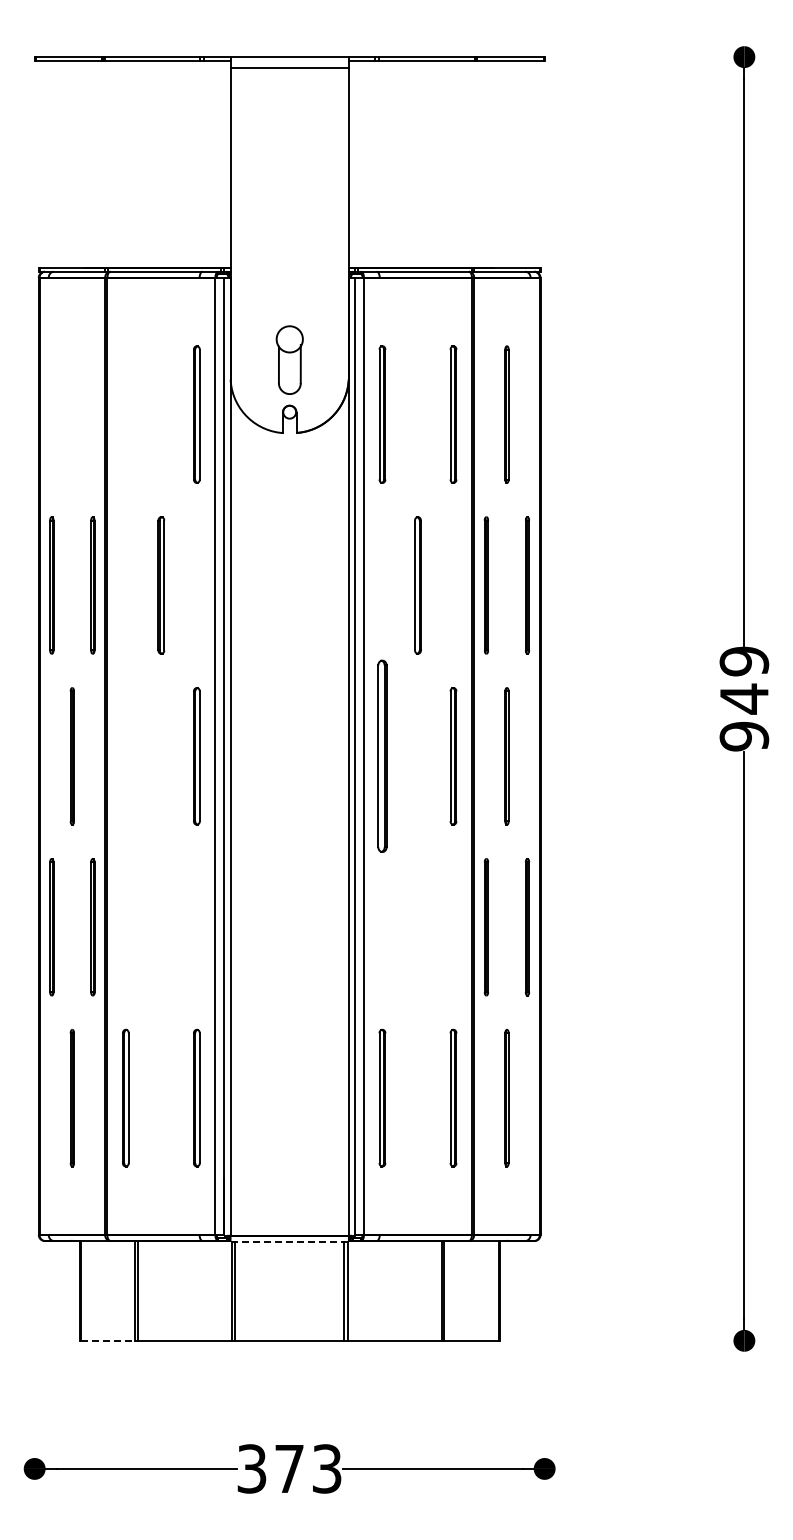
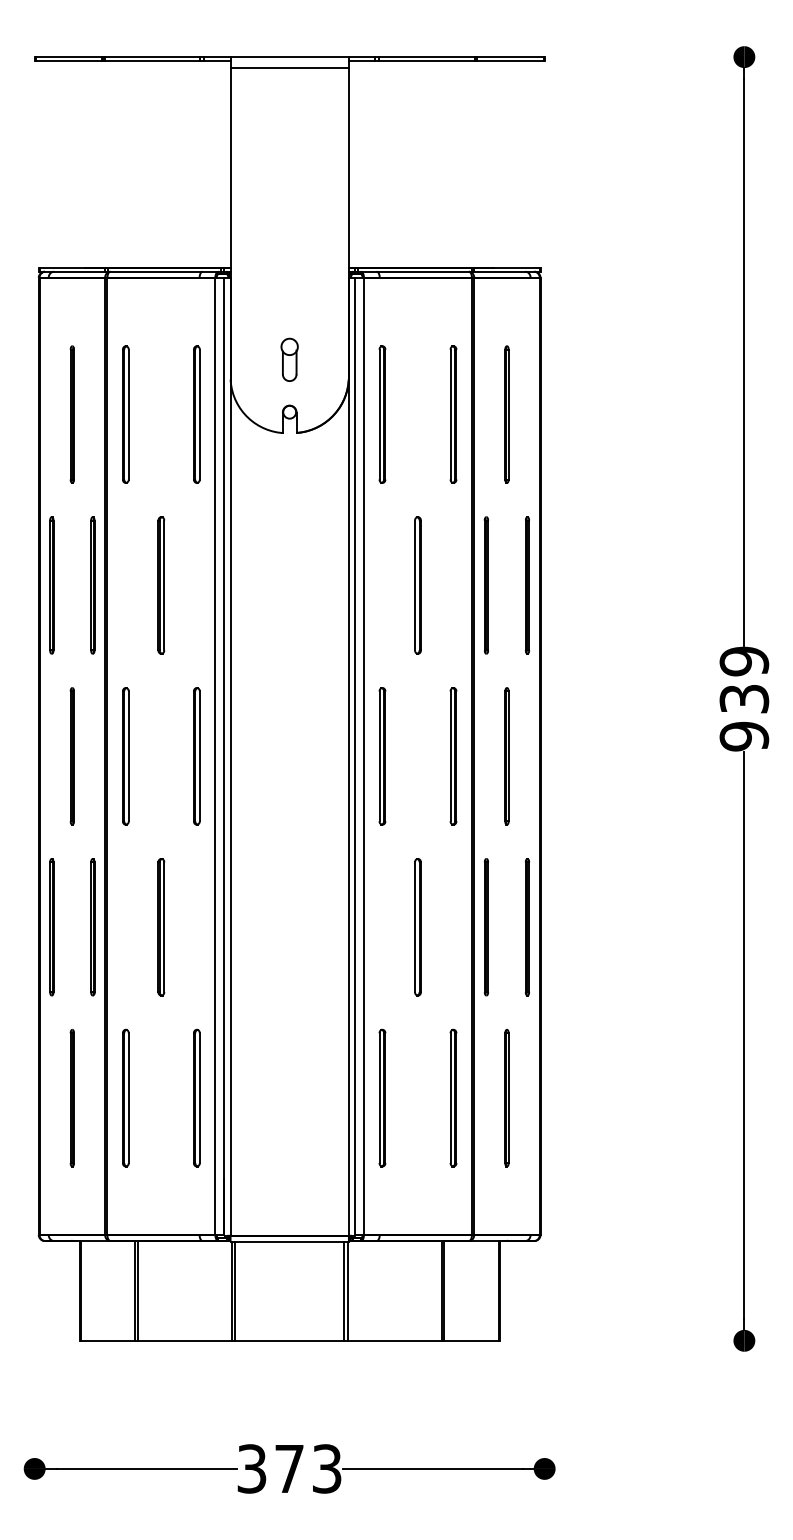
part at (289, 359) size: 29x70 px -> 19x45 px
part at (71, 414): none -> present
part at (125, 414): none -> present
text at (744, 698): 949 -> 939
part at (382, 755) size: 11x194 px -> 9x139 px
part at (125, 756): none -> present
part at (161, 927): none -> present
part at (417, 927): none -> present
line at (290, 1241): dashed -> solid
line at (108, 1340): dashed -> solid
